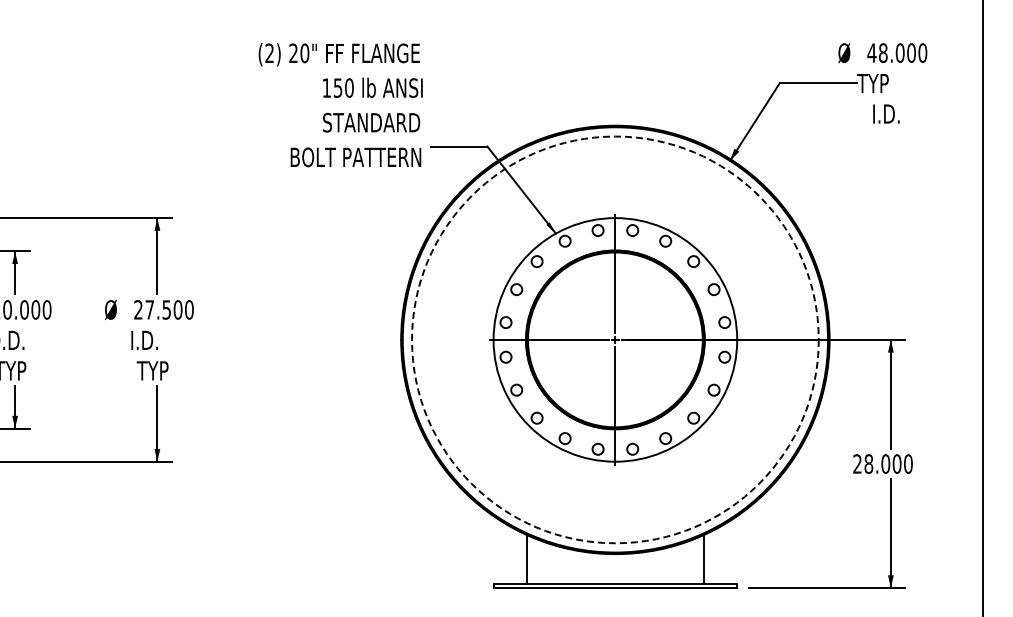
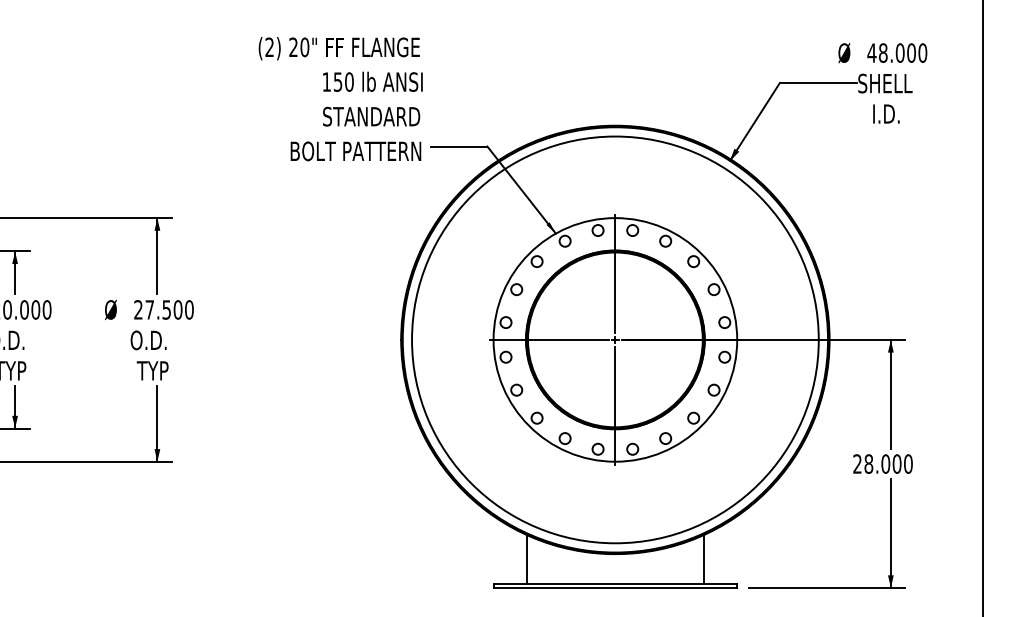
text at (884, 83): TYP -> SHELL
text at (340, 105) position: (340, 105) -> (340, 99)
circle at (615, 339): dashed -> solid
text at (148, 340): I.D. -> O.D.
